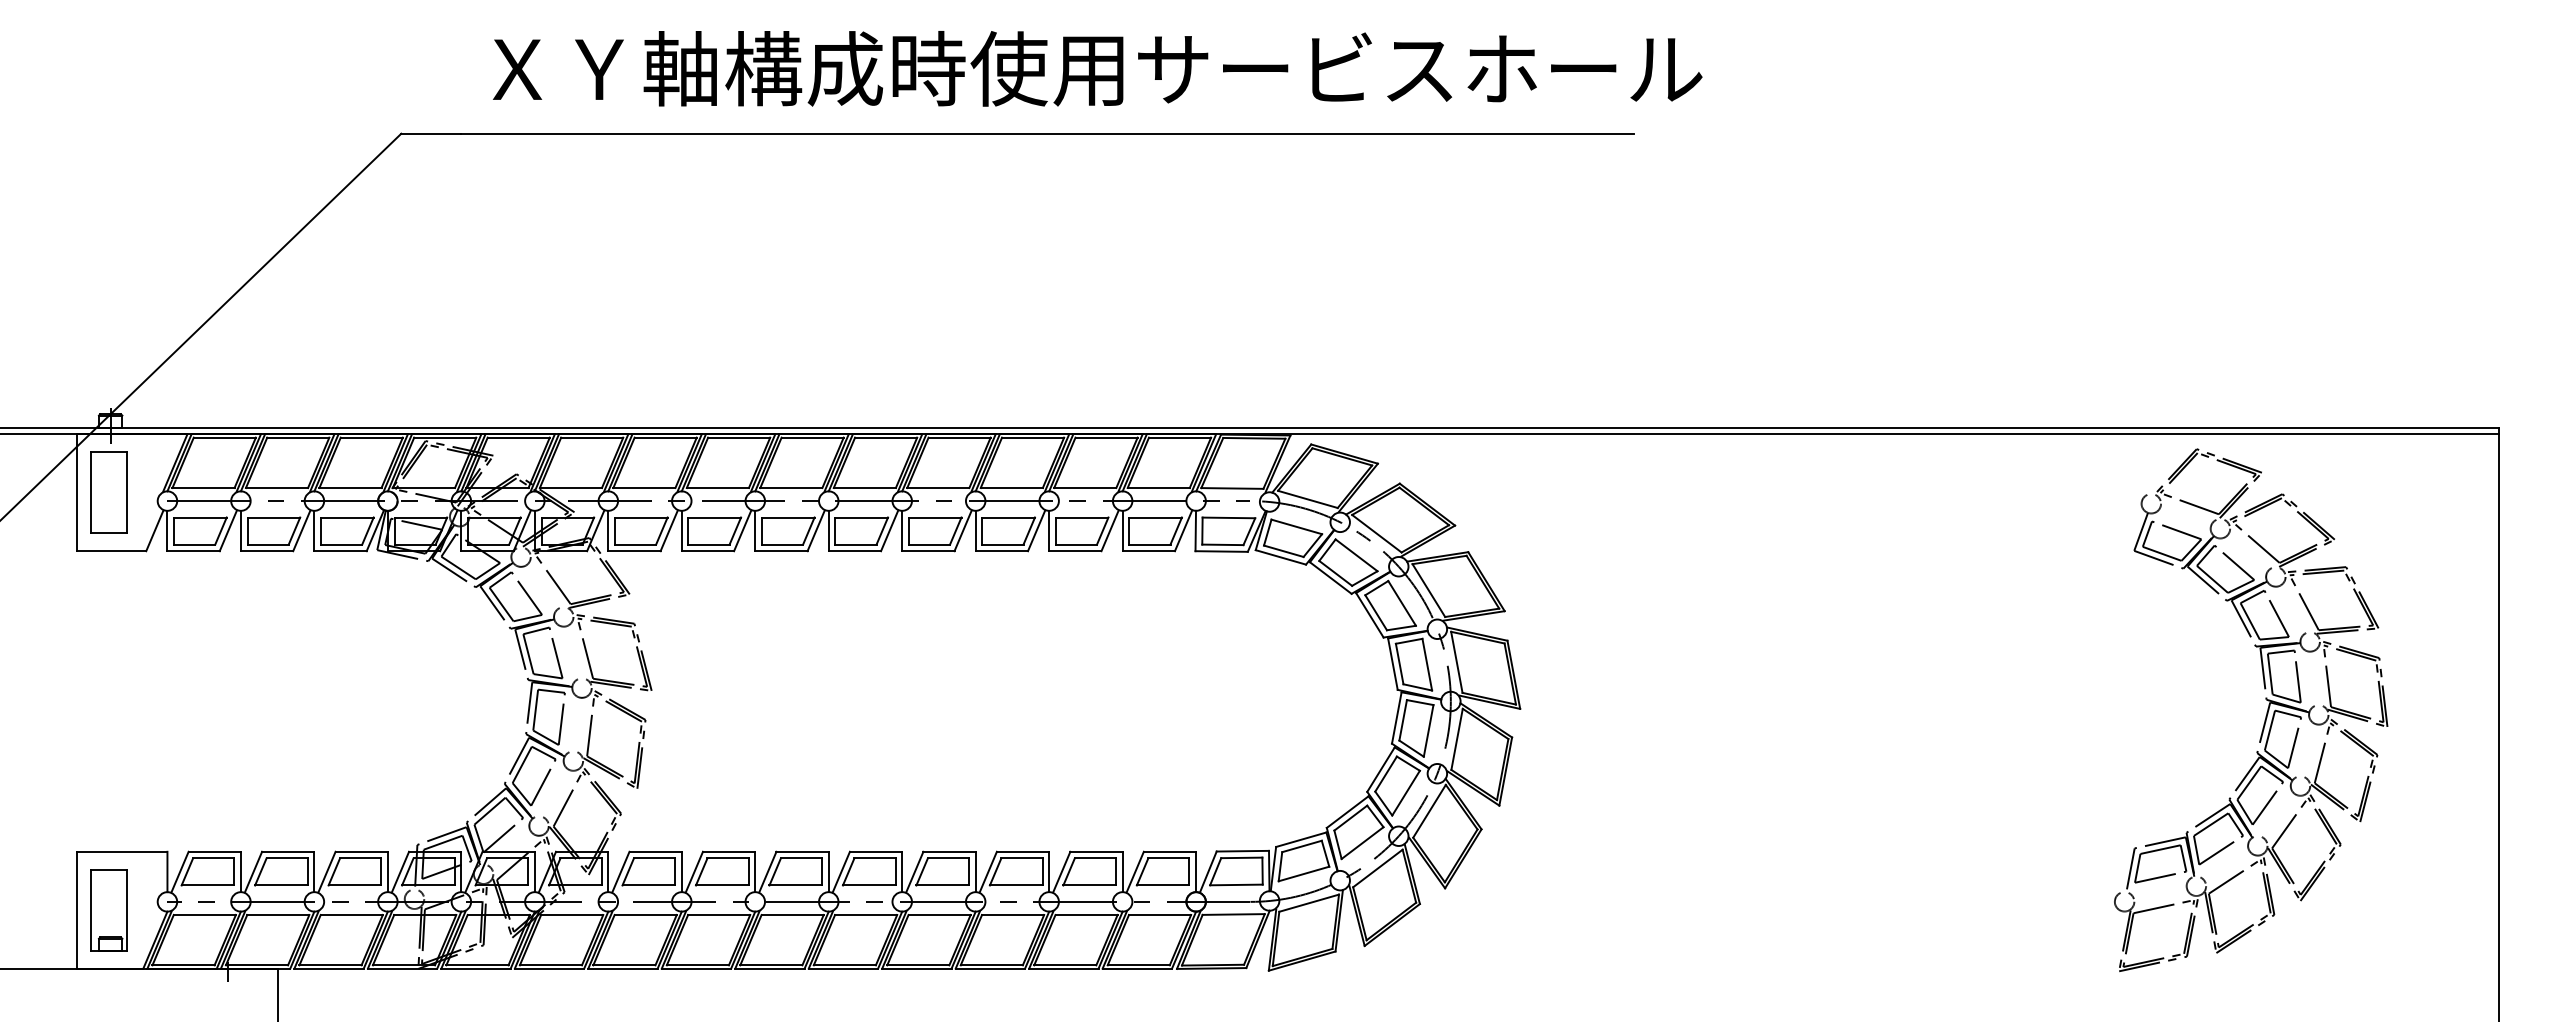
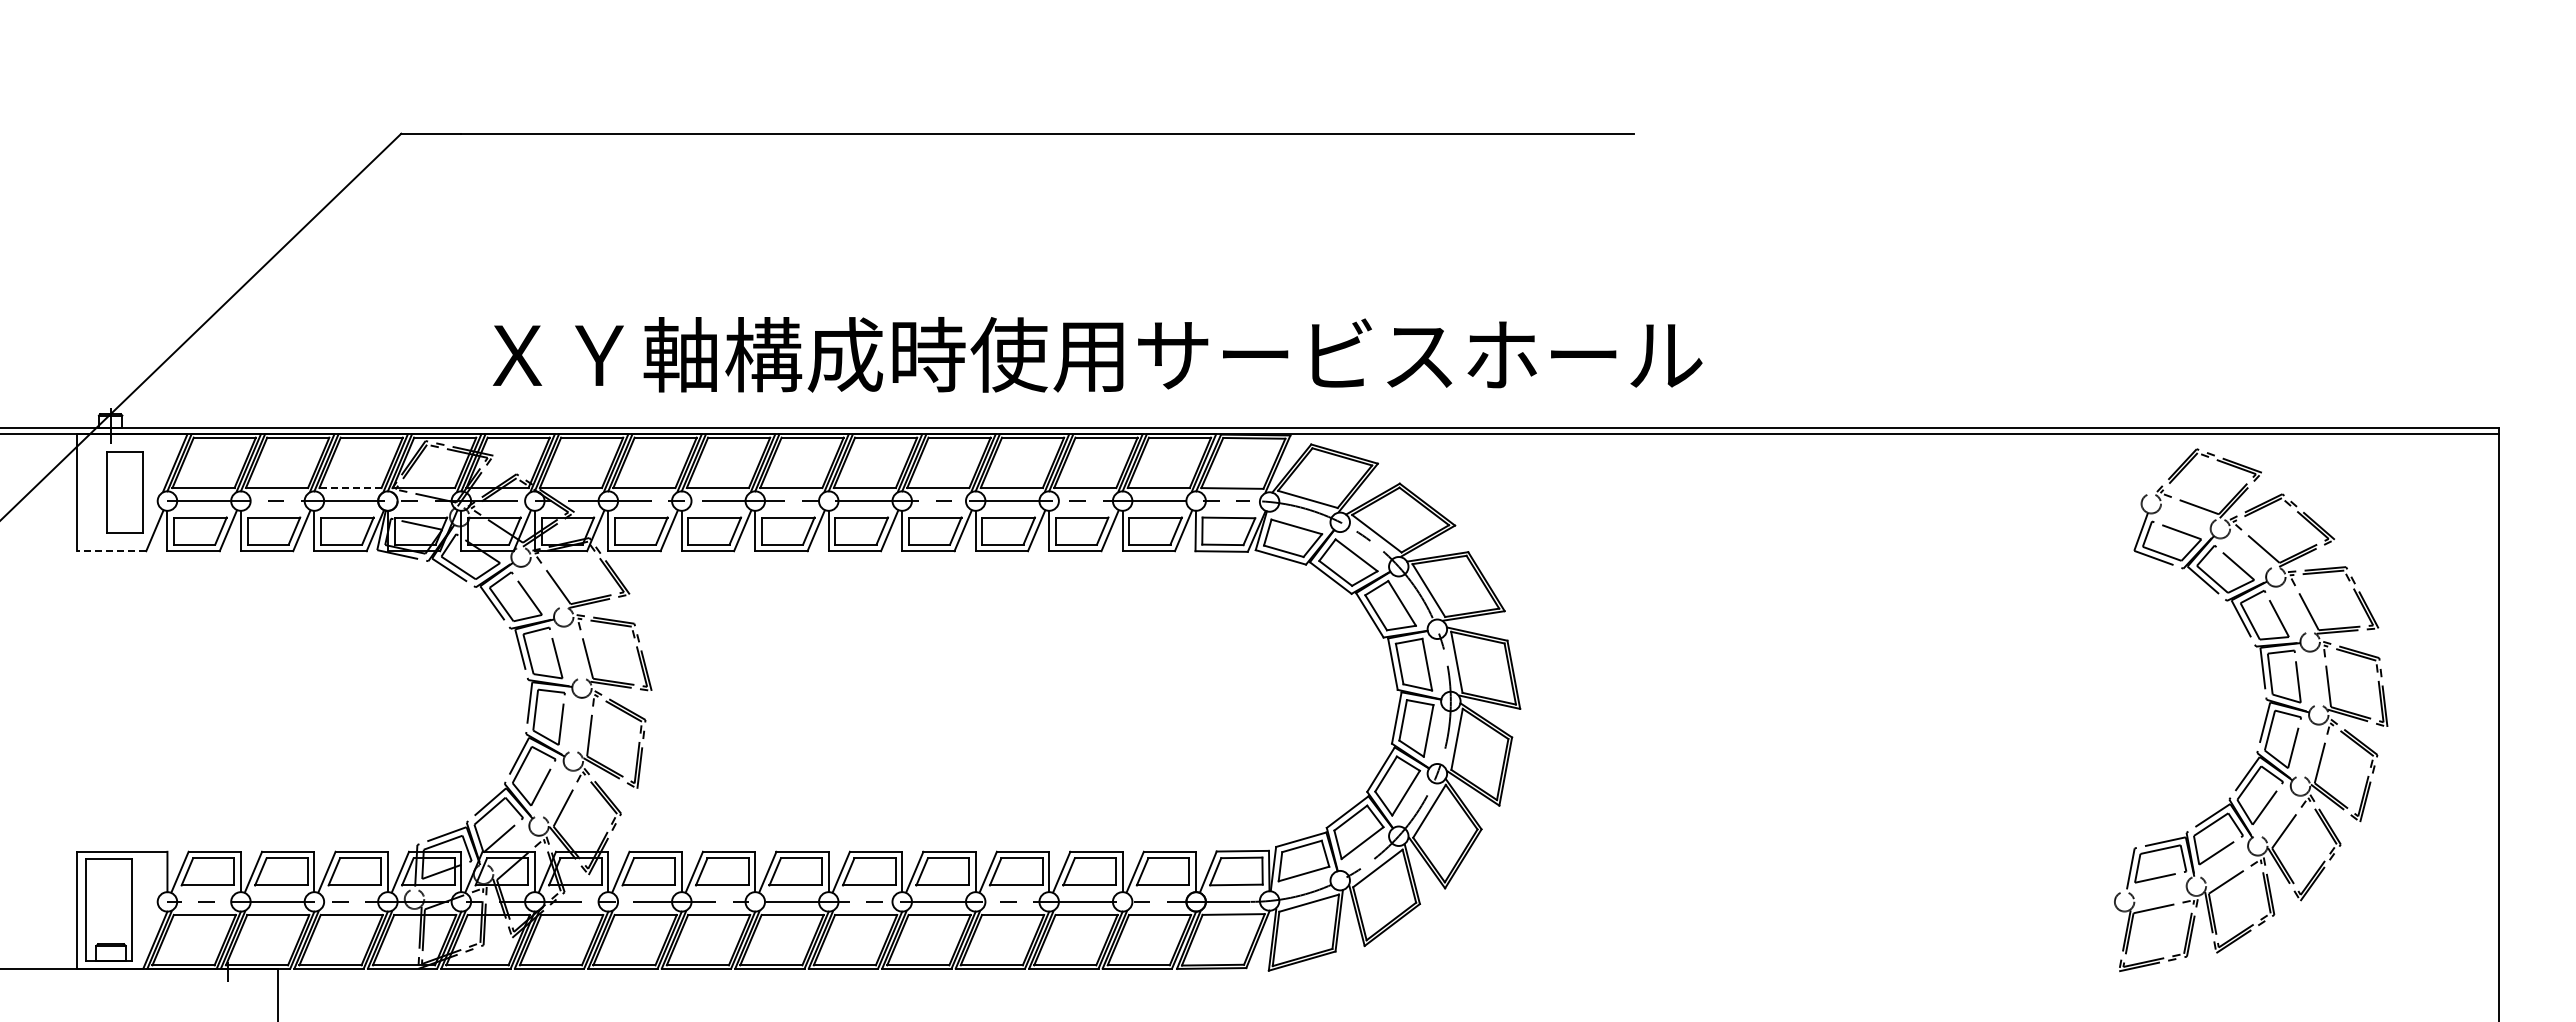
text at (1097, 68) position: (1097, 68) -> (1097, 354)
line at (350, 488): solid -> dashed
part at (108, 492) position: (108, 492) -> (124, 492)
line at (111, 551): solid -> dashed
part at (108, 910) size: 38x83 px -> 48x104 px
